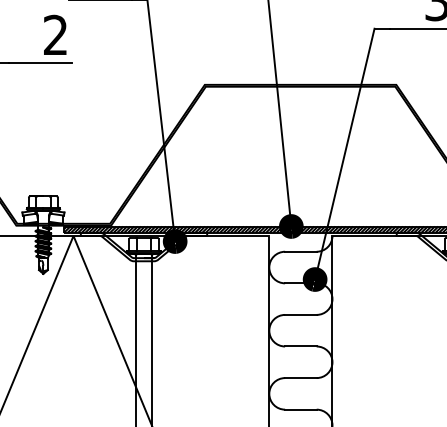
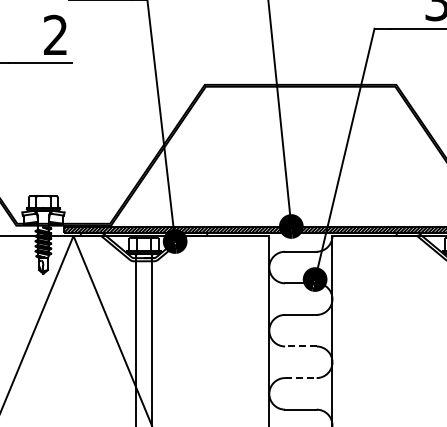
line at (300, 346): solid -> dashed
line at (300, 378): solid -> dashed
